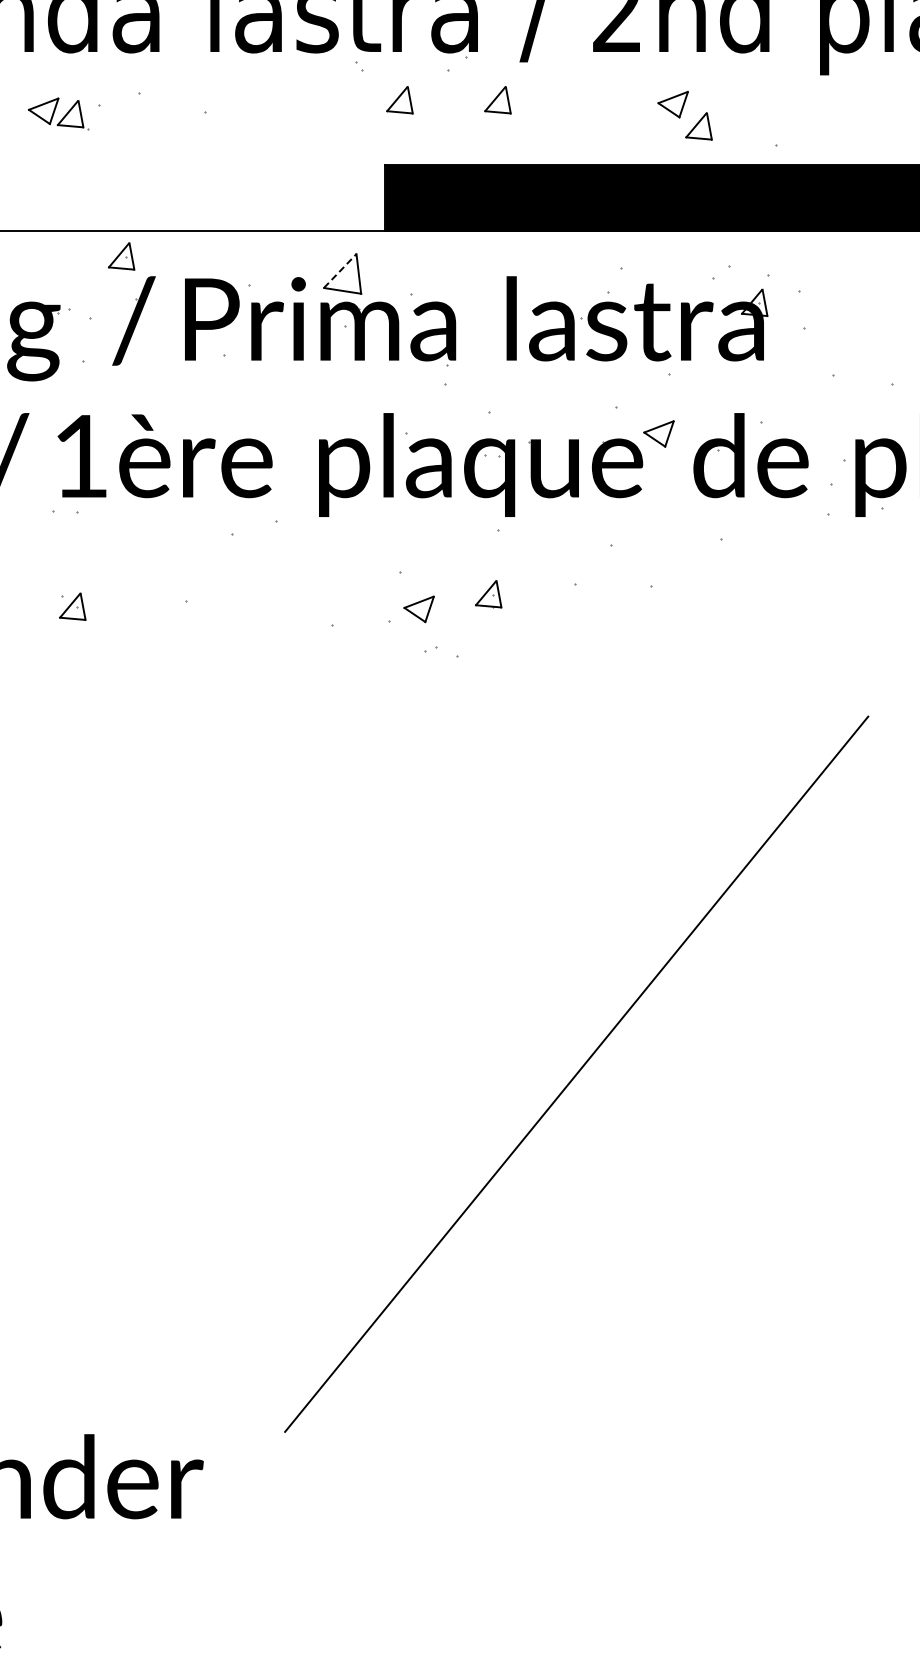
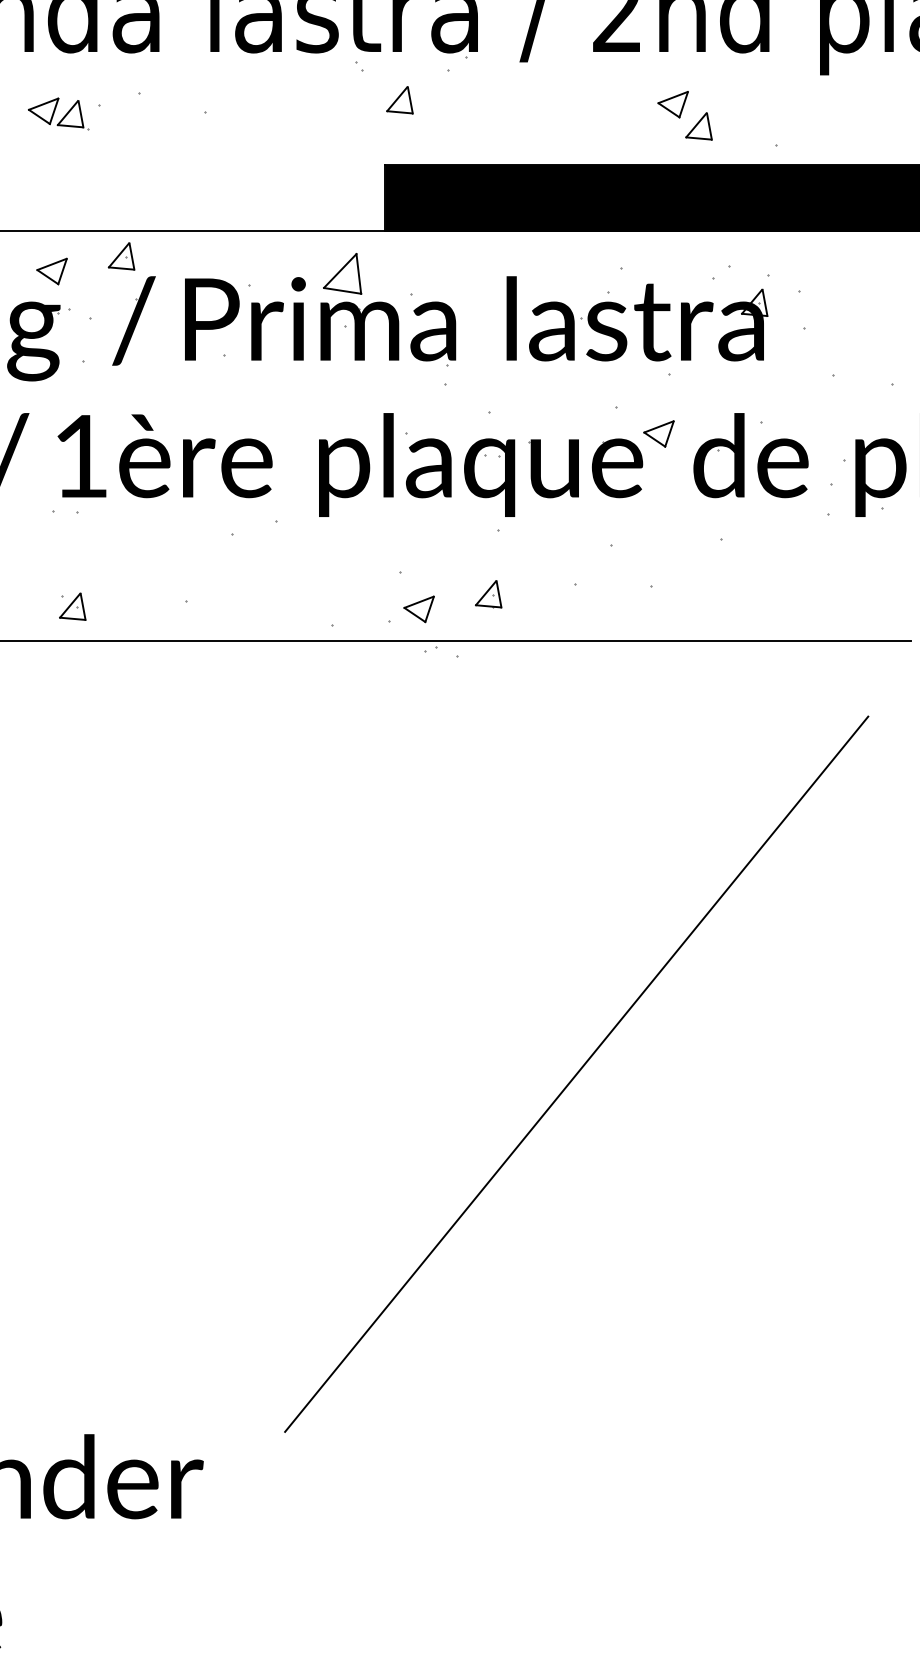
part at (497, 100): present -> none
line at (340, 270): dashed -> solid
part at (51, 271): none -> present
line at (456, 641): none -> present
